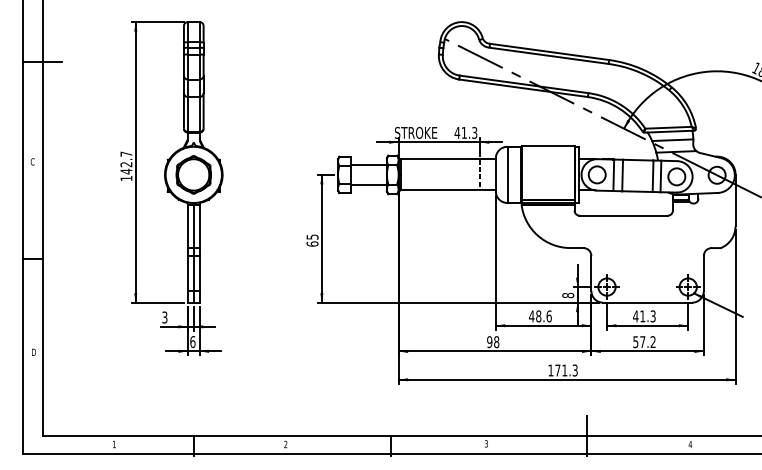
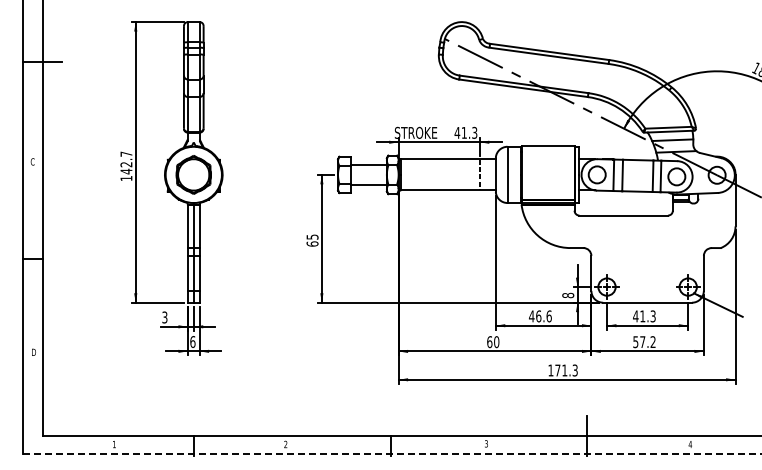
text at (538, 316): 48.6 -> 46.6
text at (493, 342): 98 -> 60
line at (392, 454): solid -> dashed
